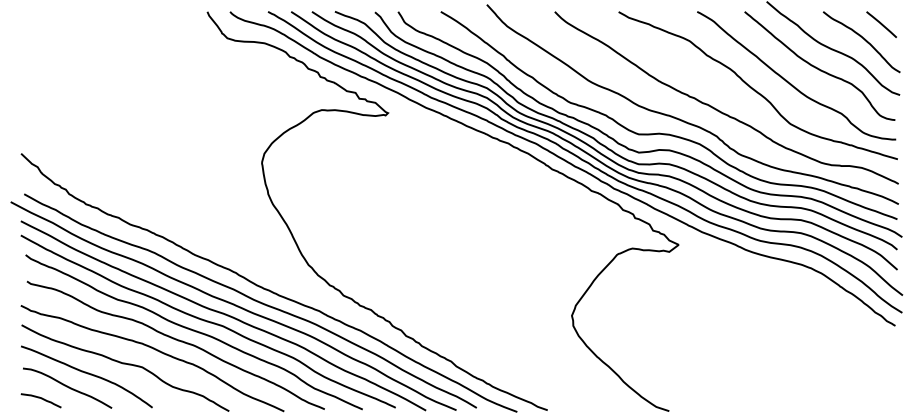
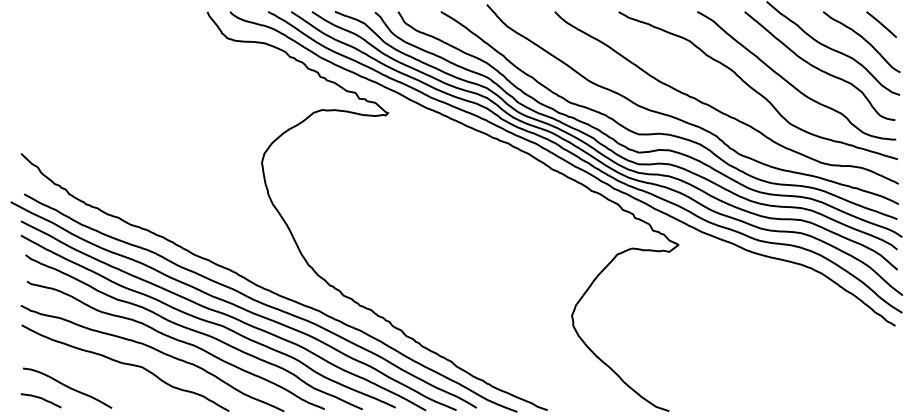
curve at (87, 374): present -> none
